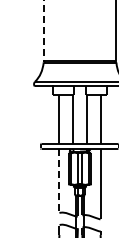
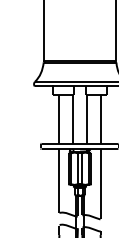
line at (43, 31): dashed -> solid
line at (59, 180): dashed -> solid
